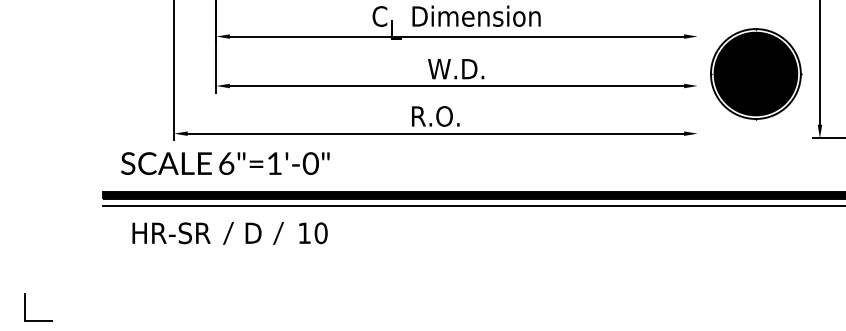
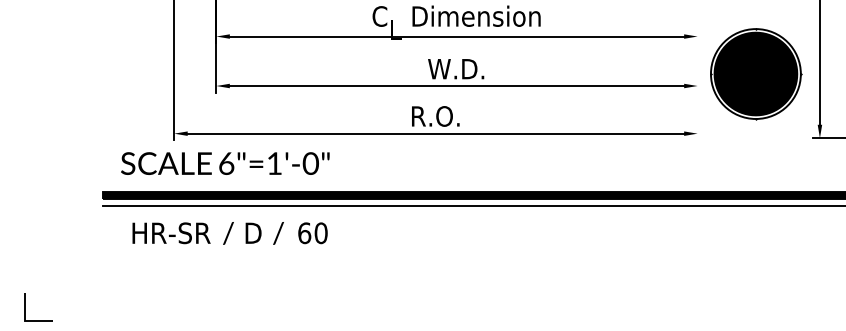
text at (304, 233): 10 -> 60
